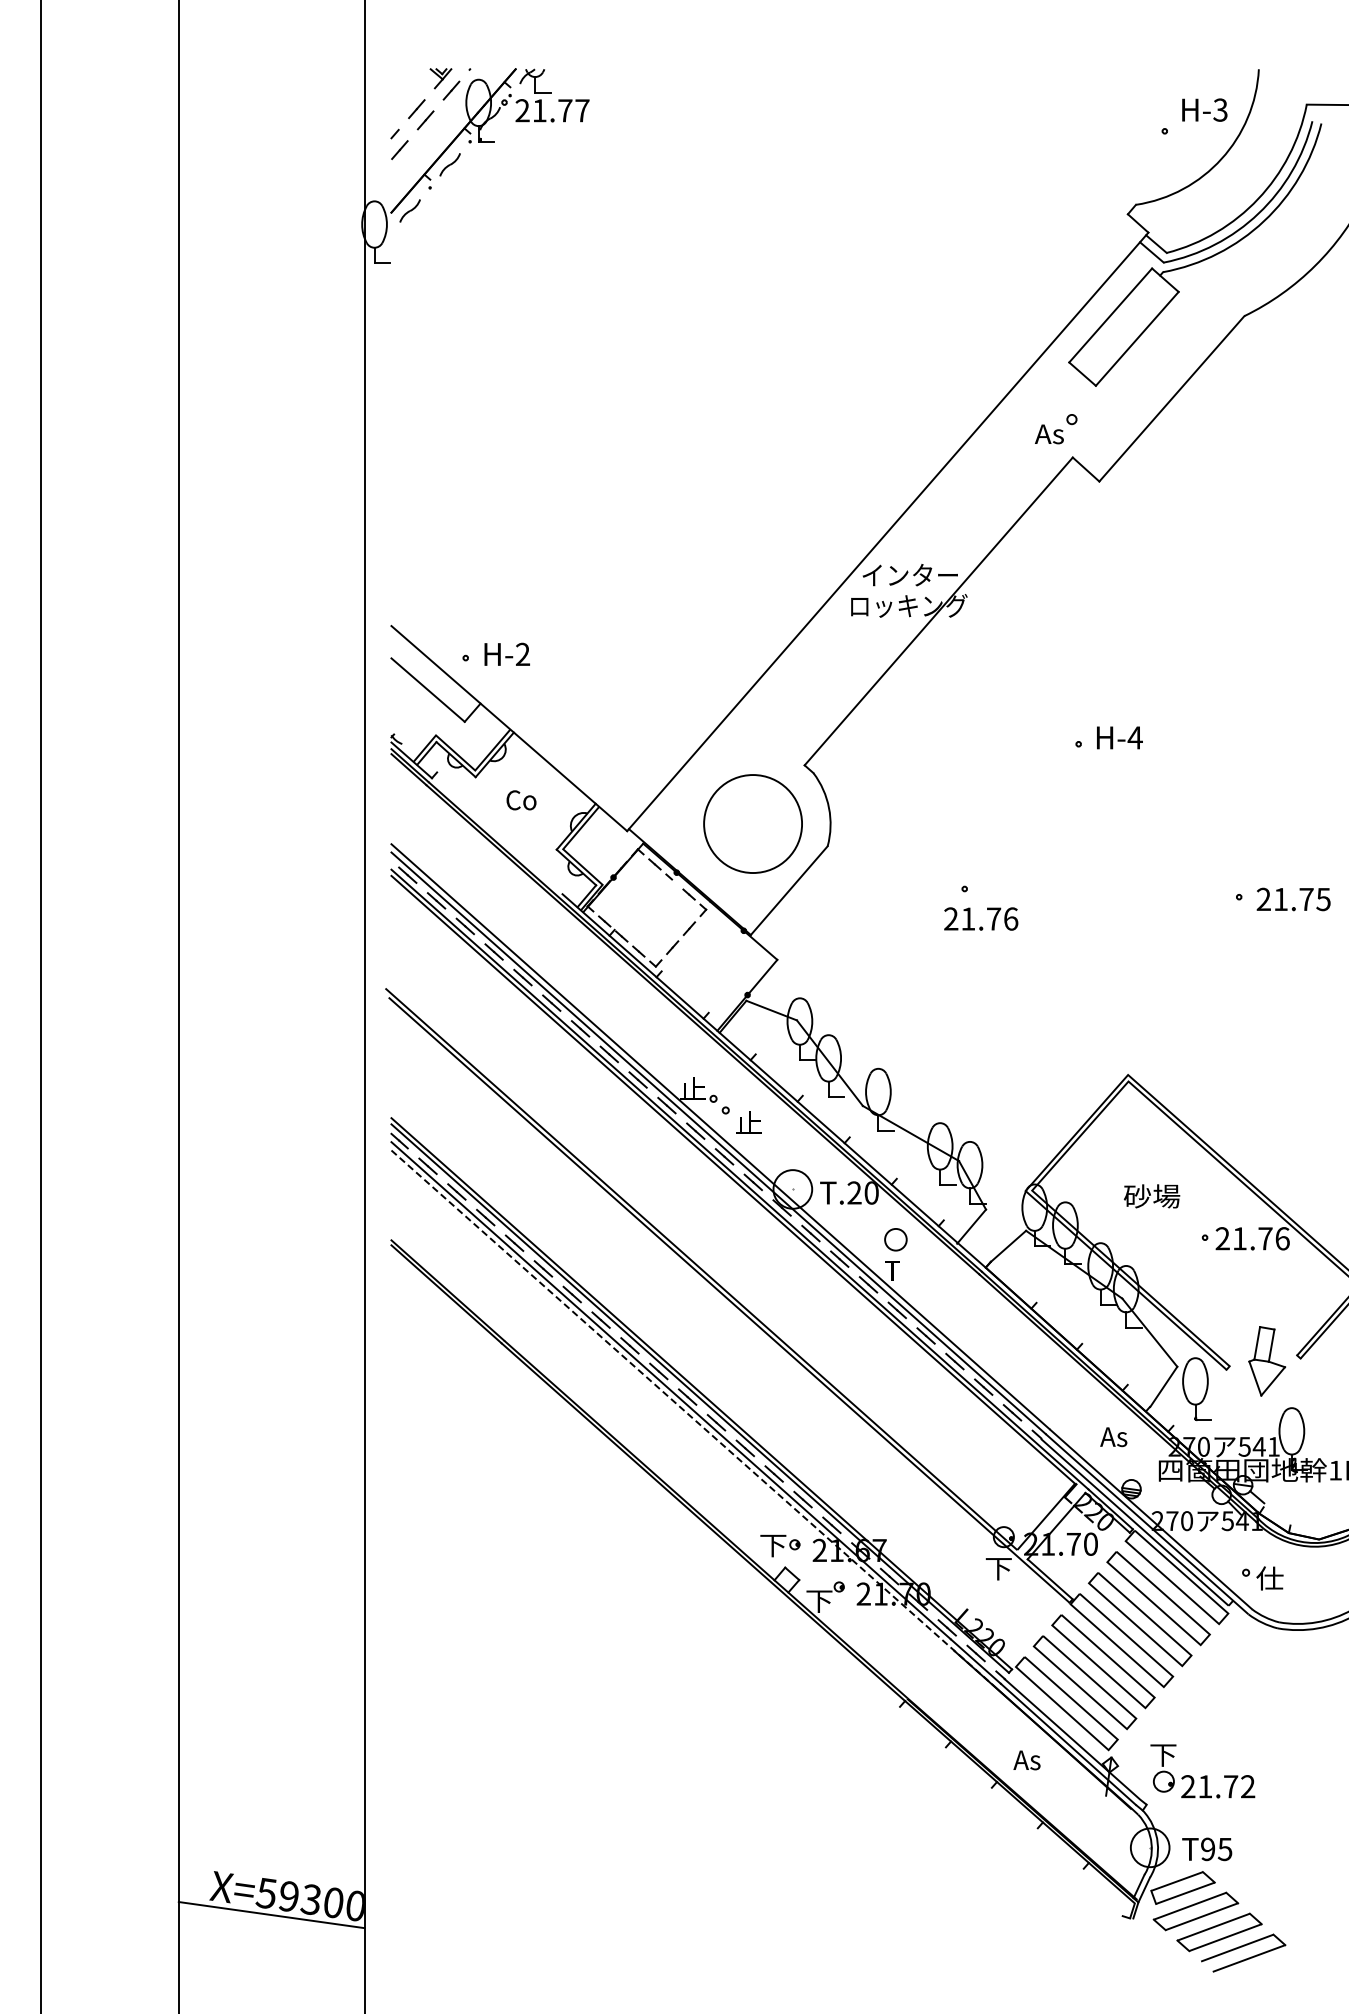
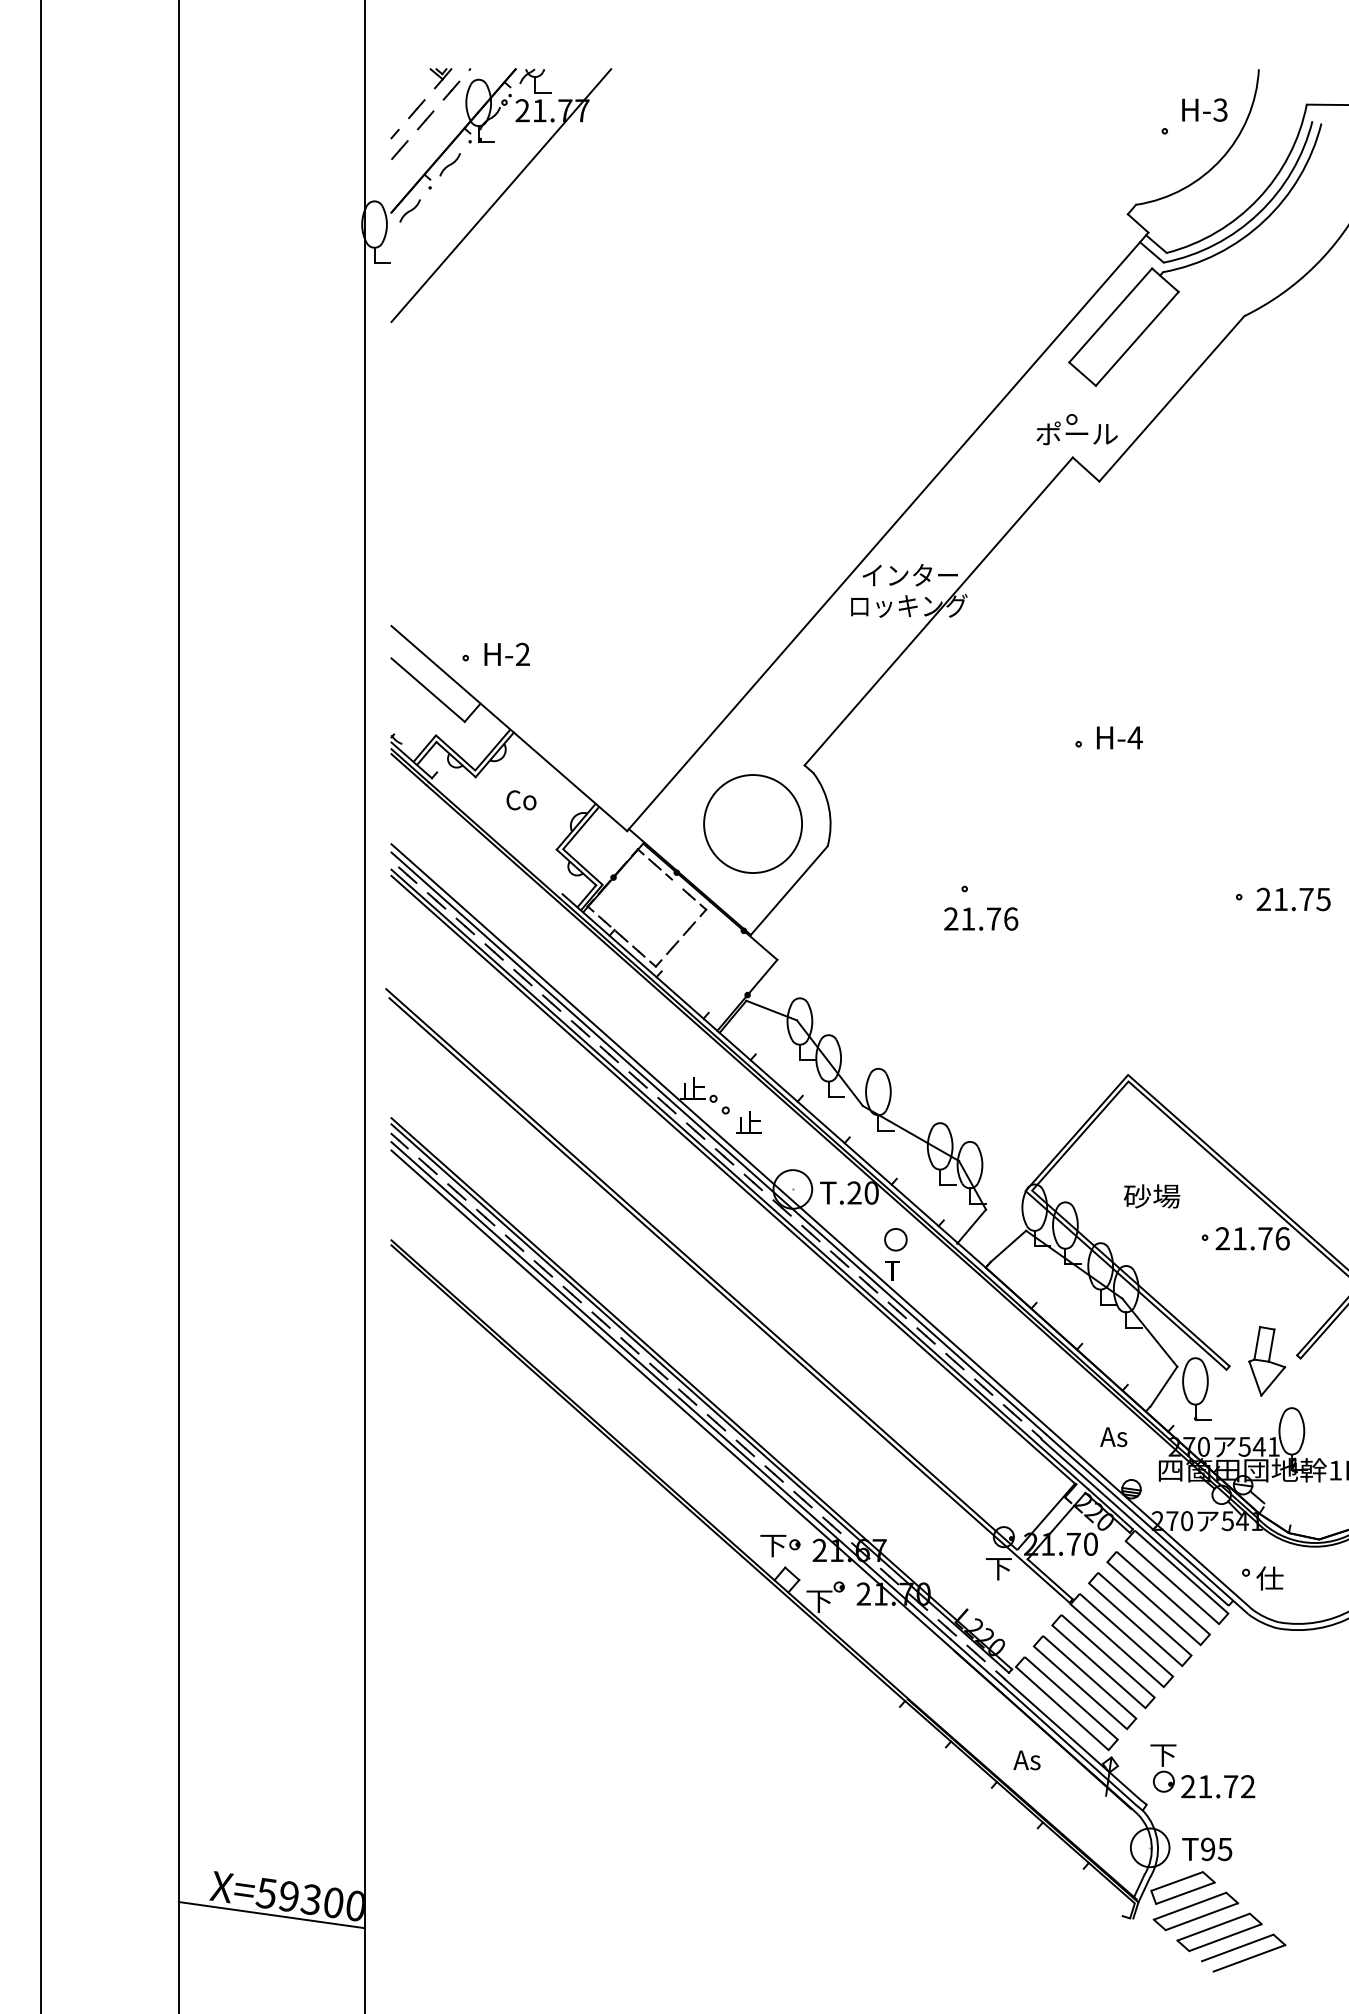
line at (501, 195): none -> present
text at (1075, 433): As -> ポール
line at (694, 1419): dashed -> solid
